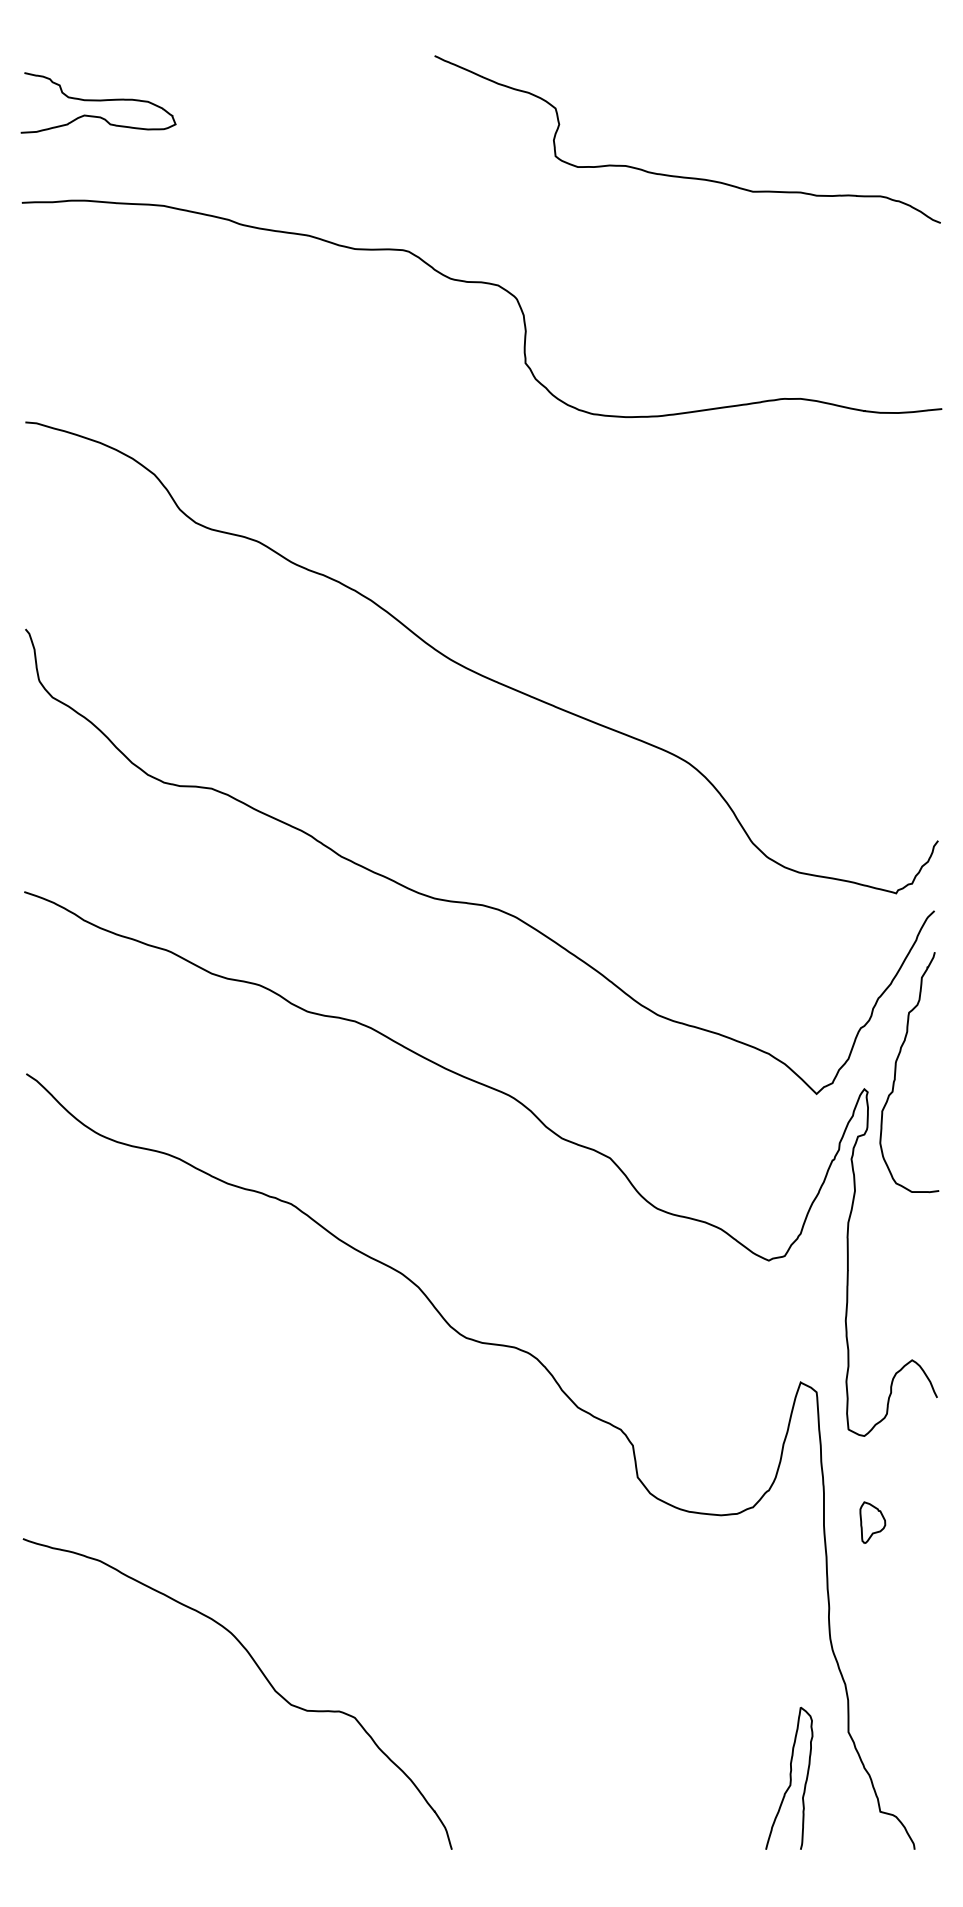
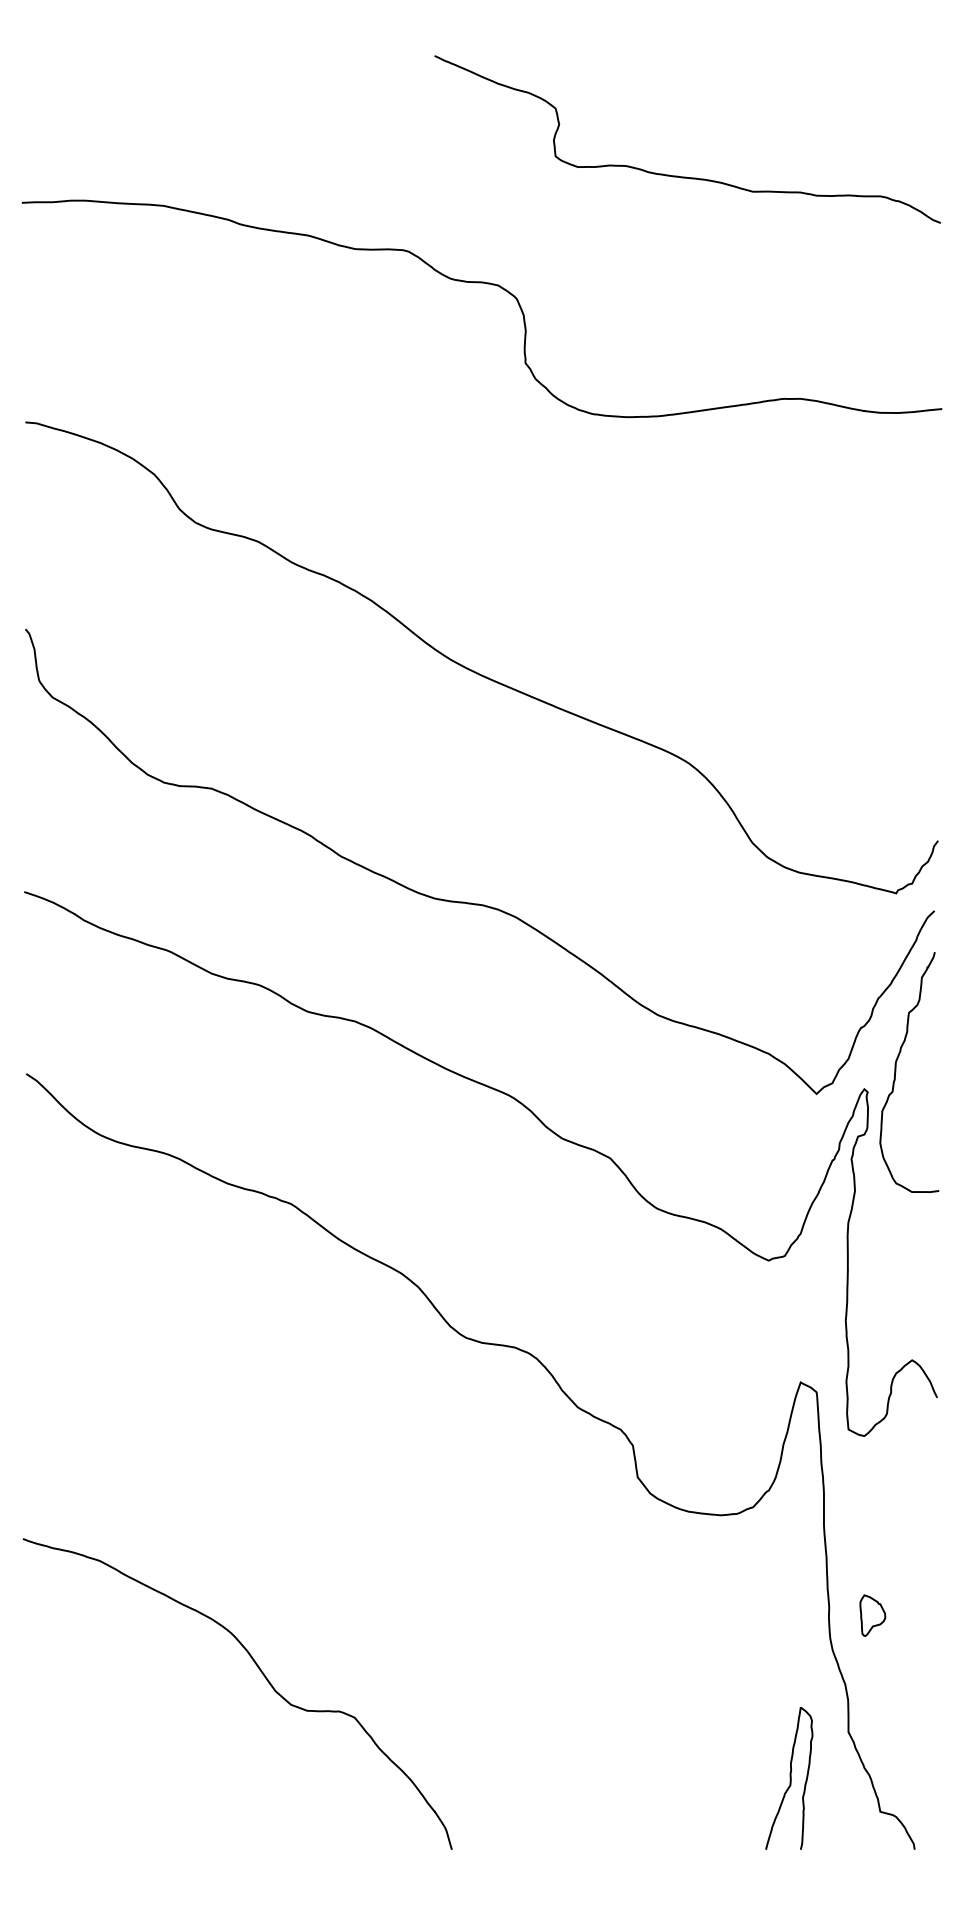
curve at (98, 101): present -> none
part at (872, 1522) position: (872, 1522) -> (872, 1615)
